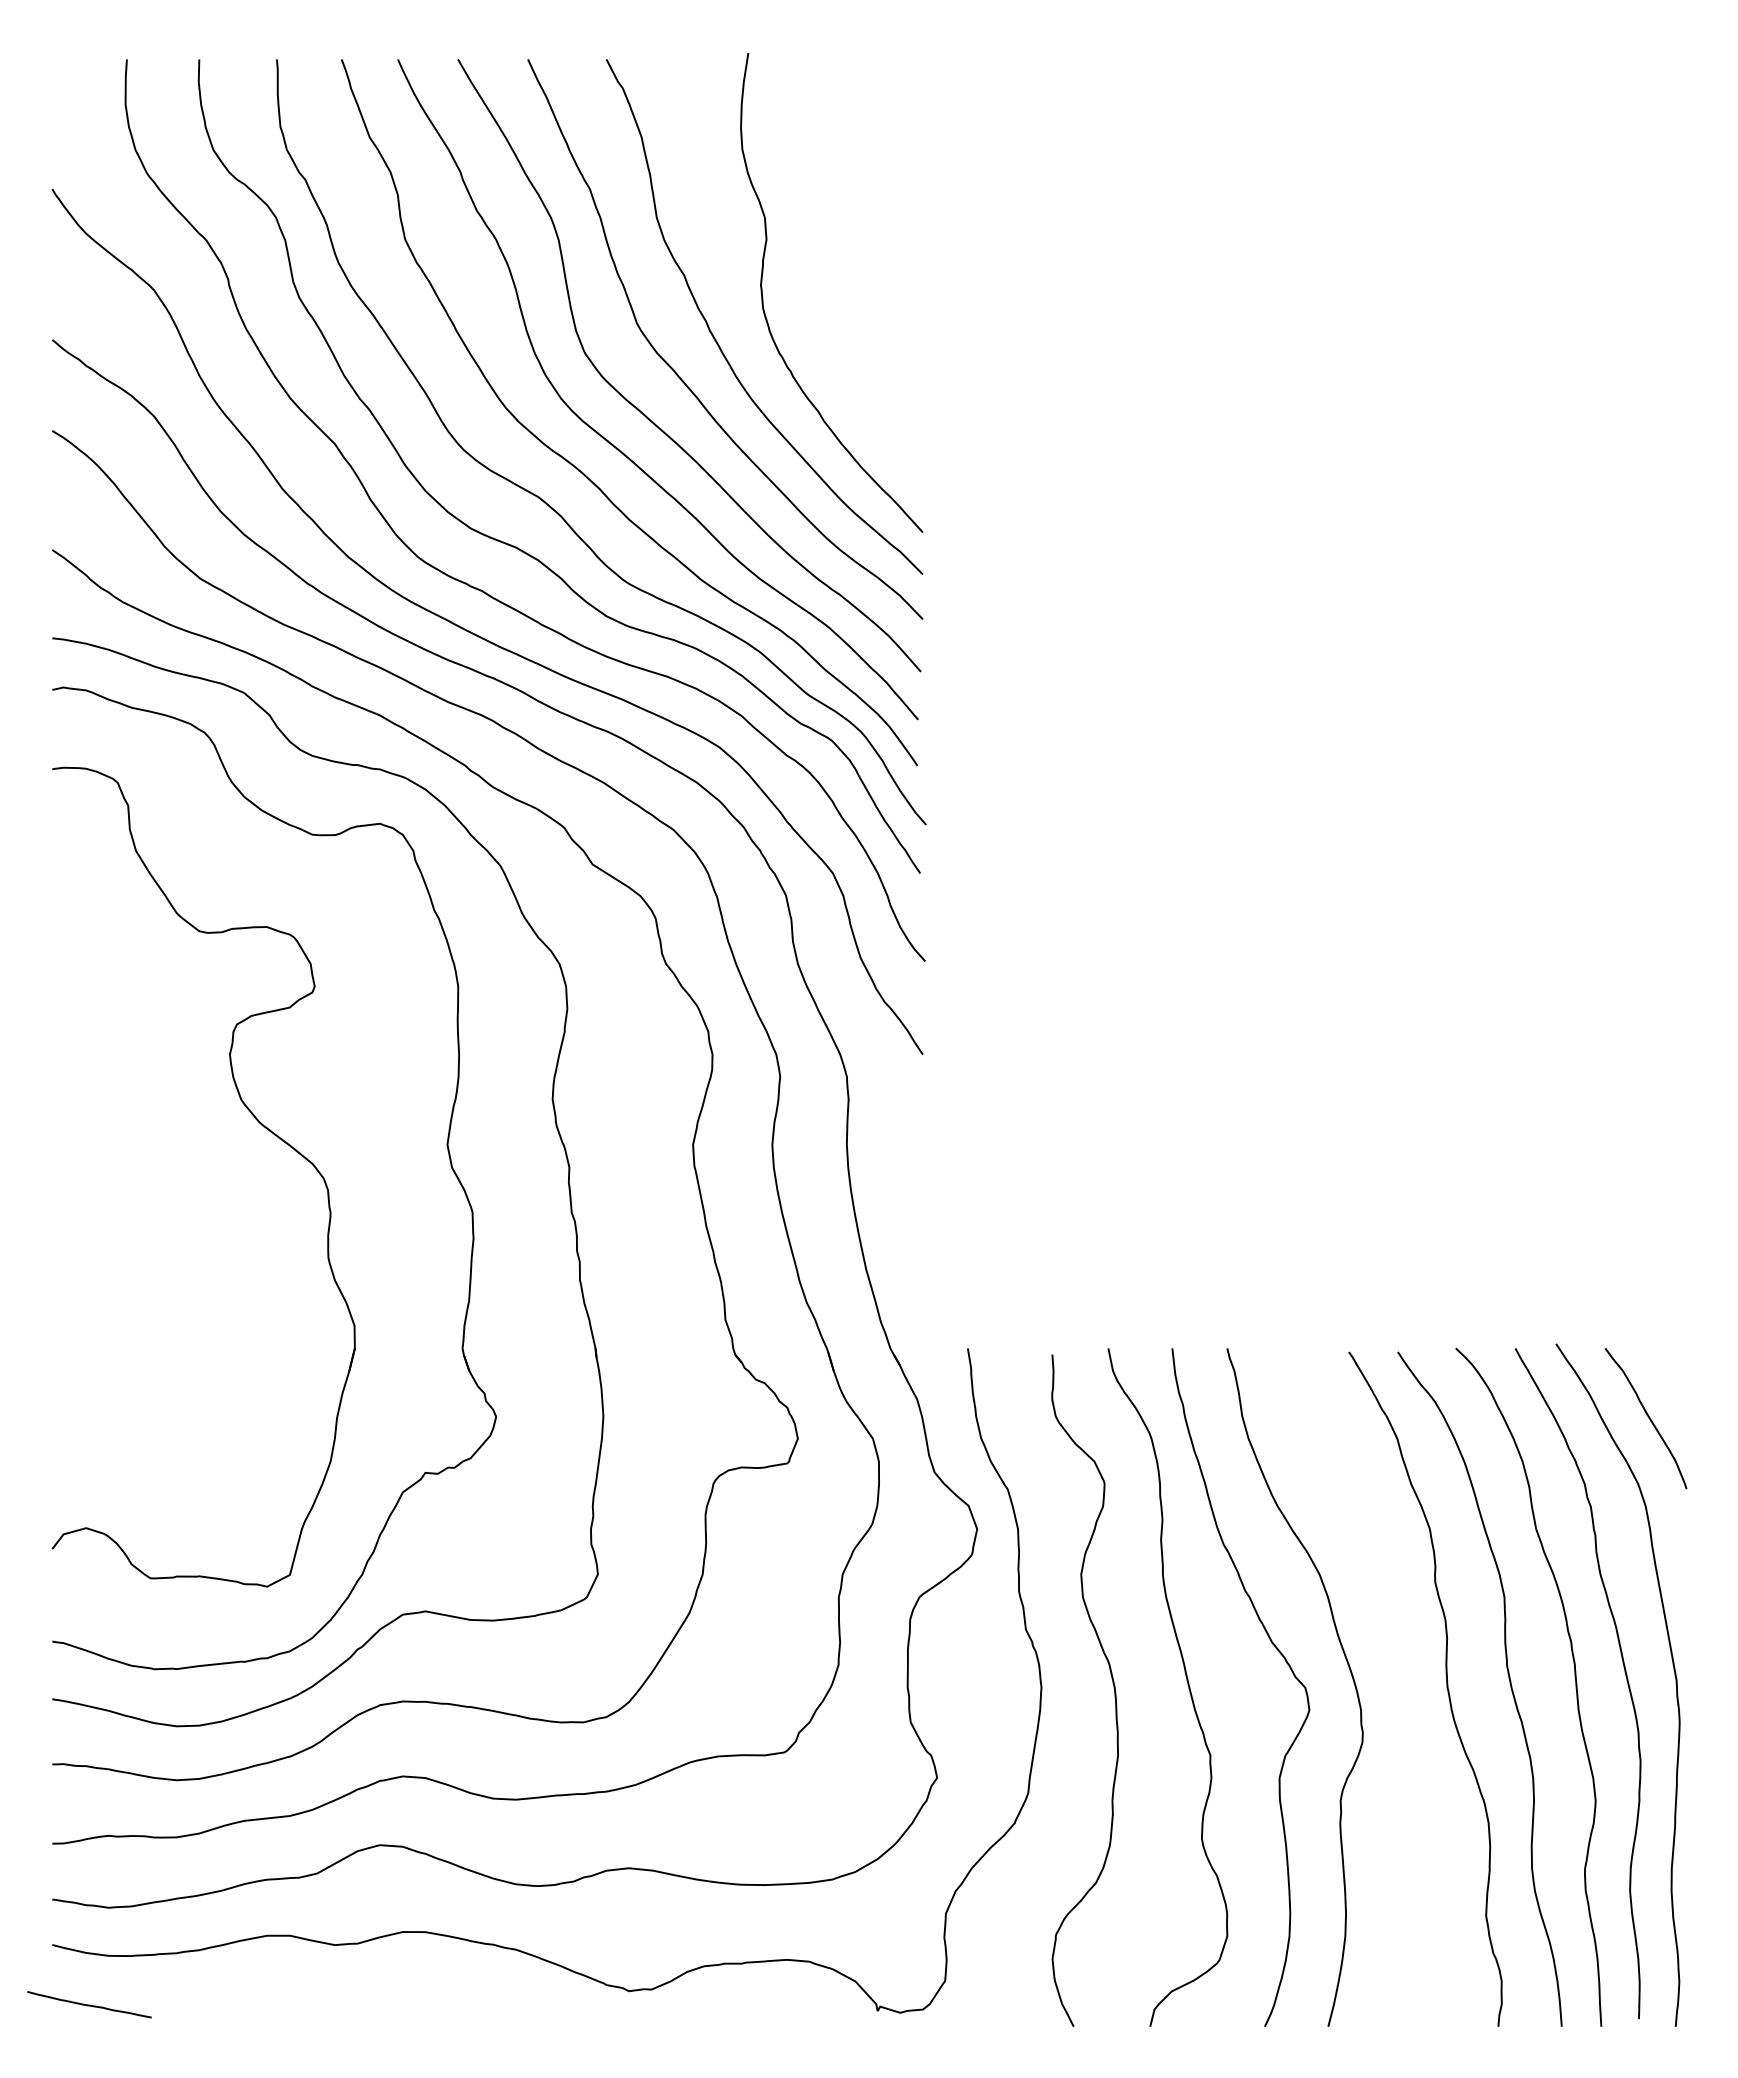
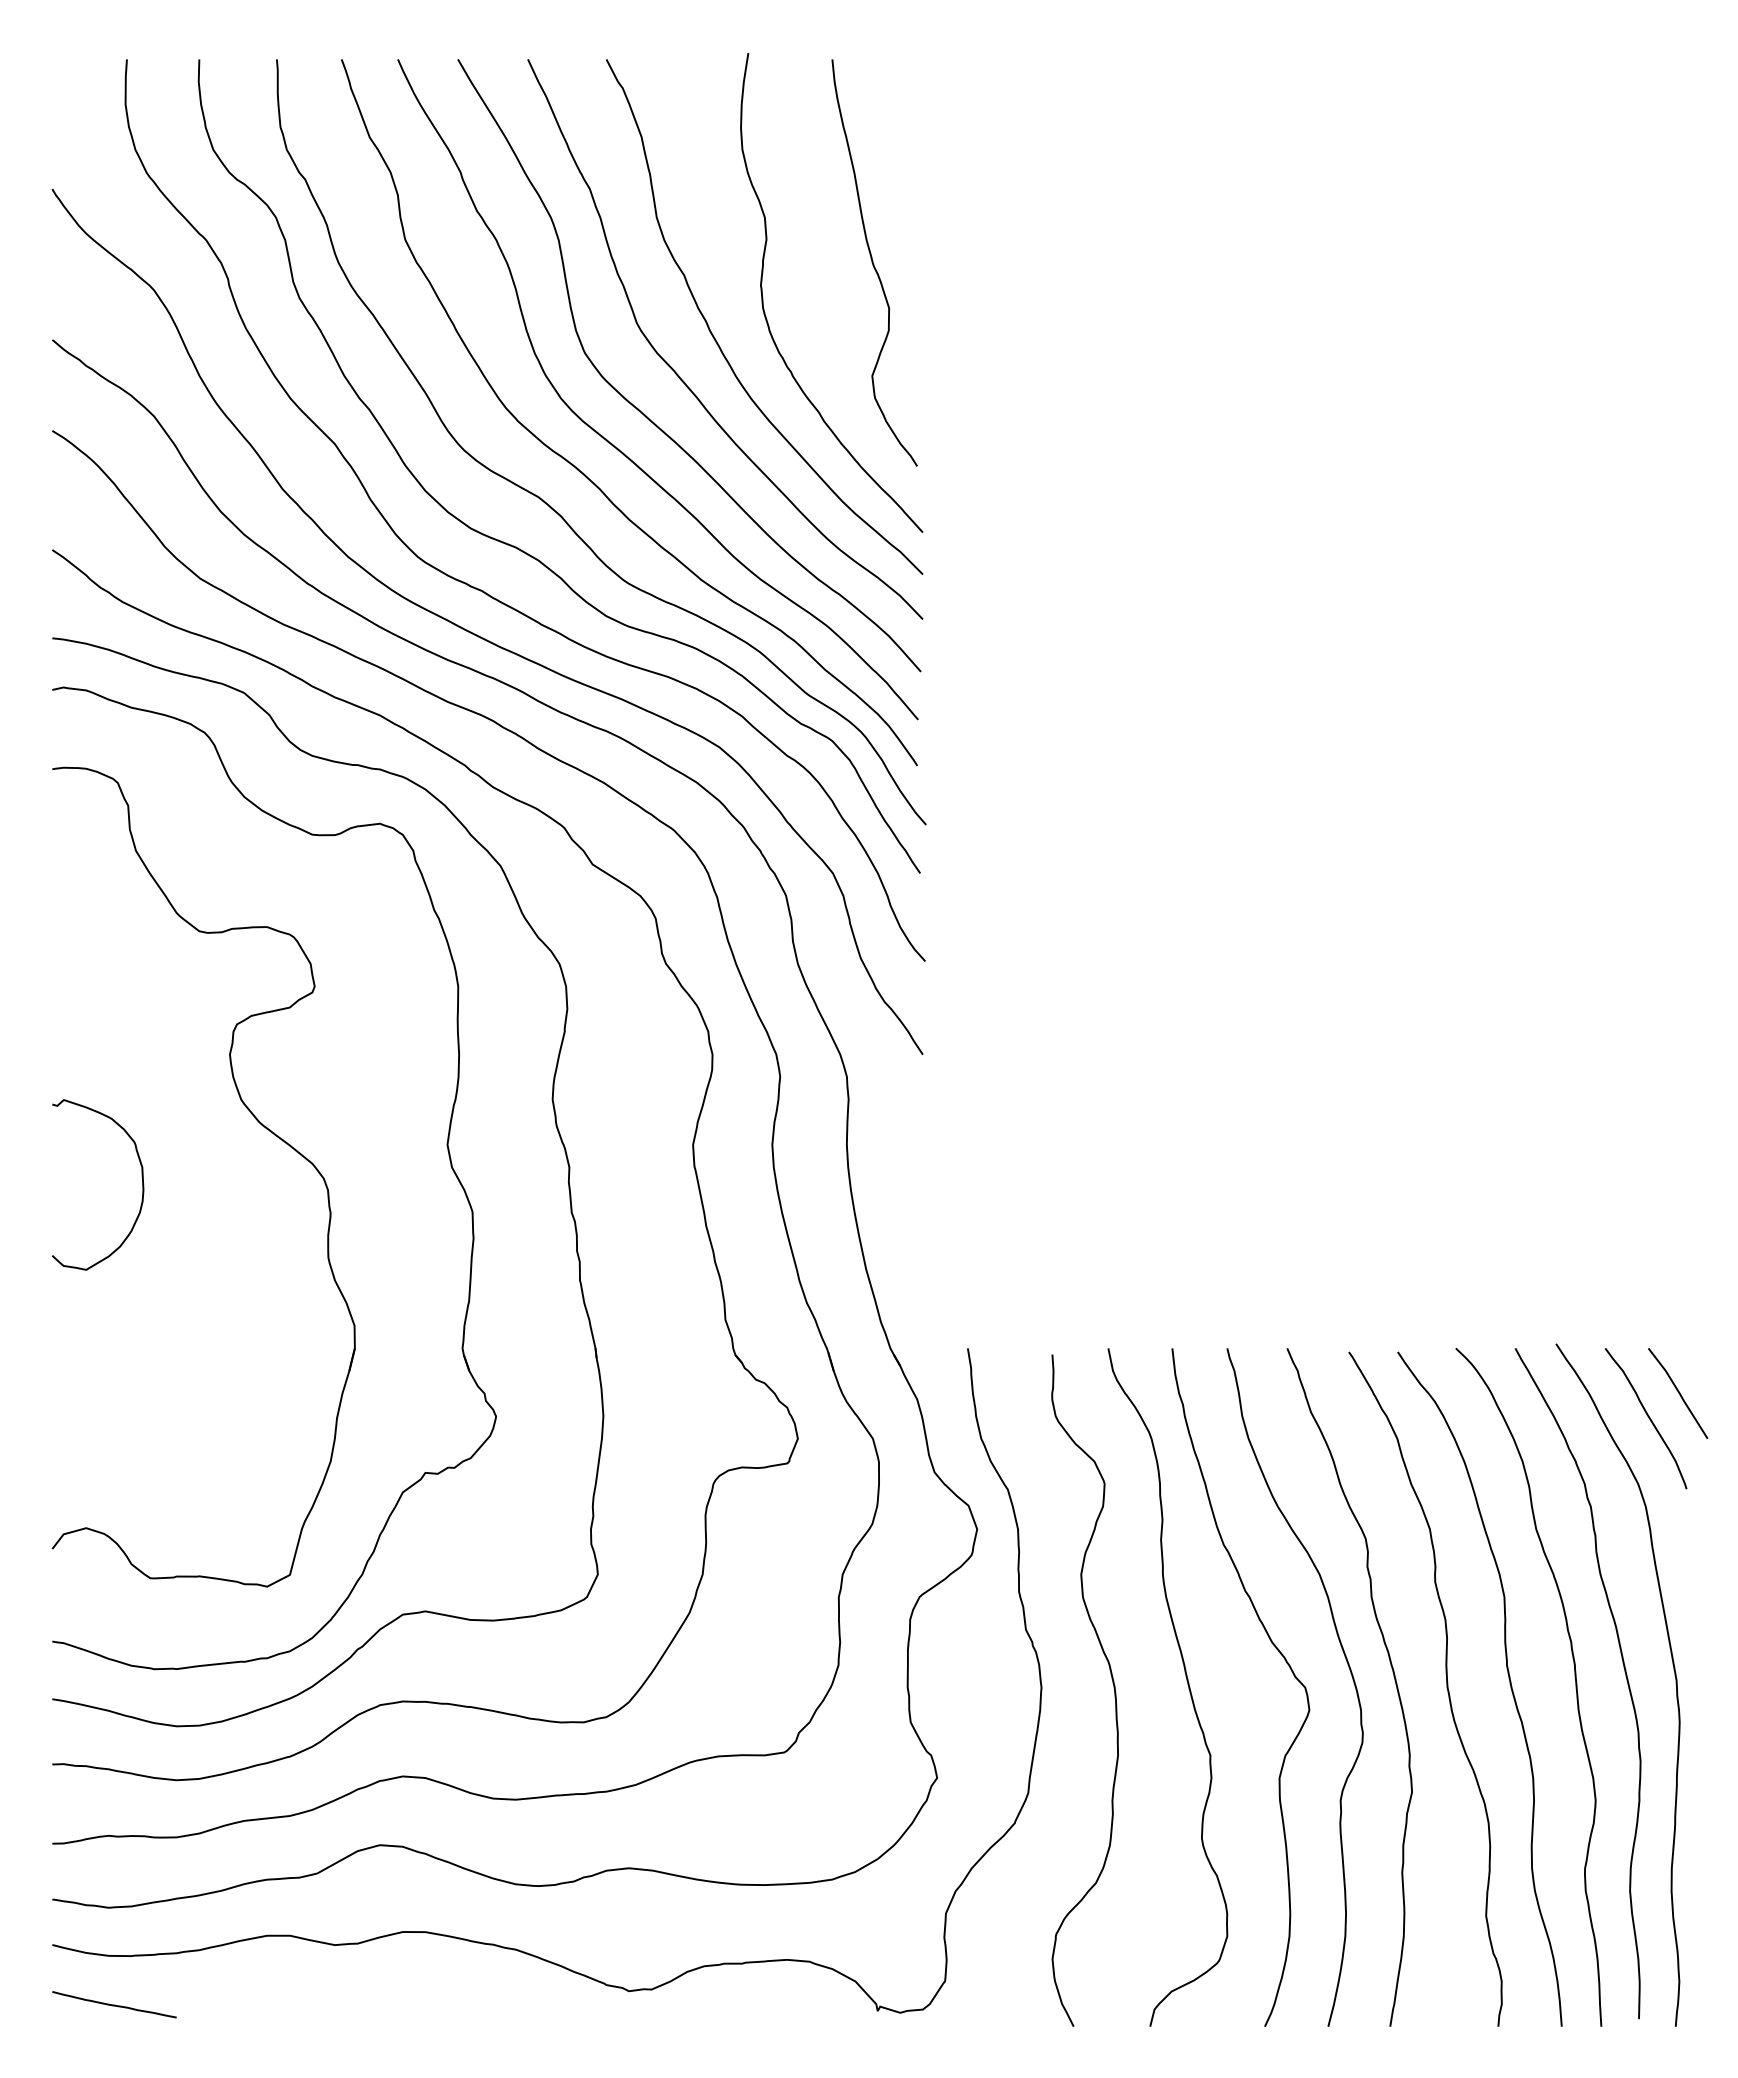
curve at (873, 262): none -> present
curve at (141, 1177): none -> present
line at (1678, 1393): none -> present
curve at (1393, 1676): none -> present
curve at (89, 2004) position: (89, 2004) -> (114, 2004)
